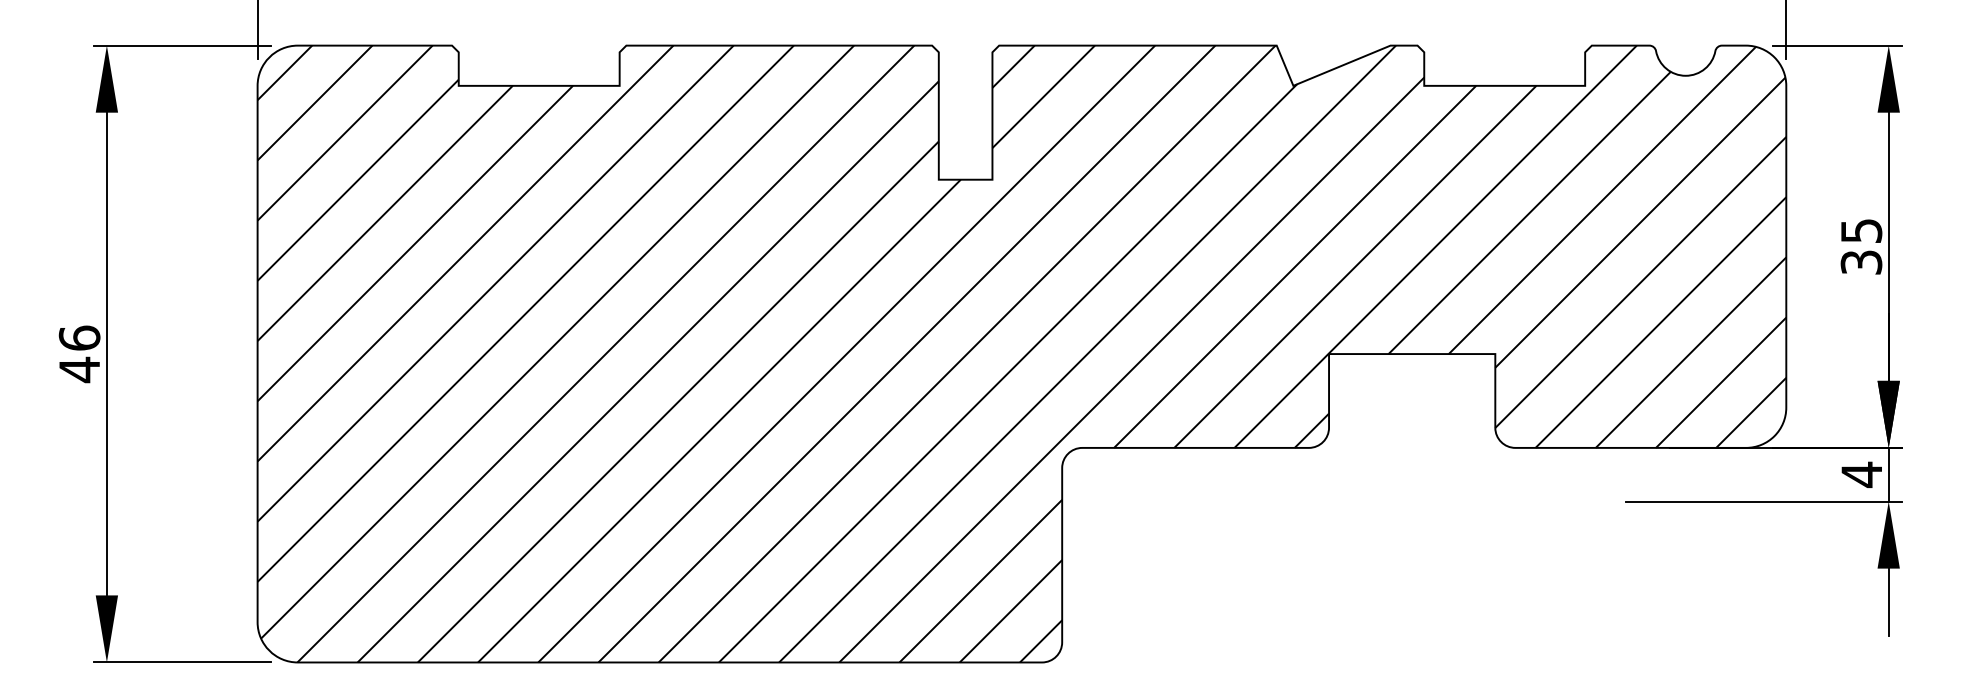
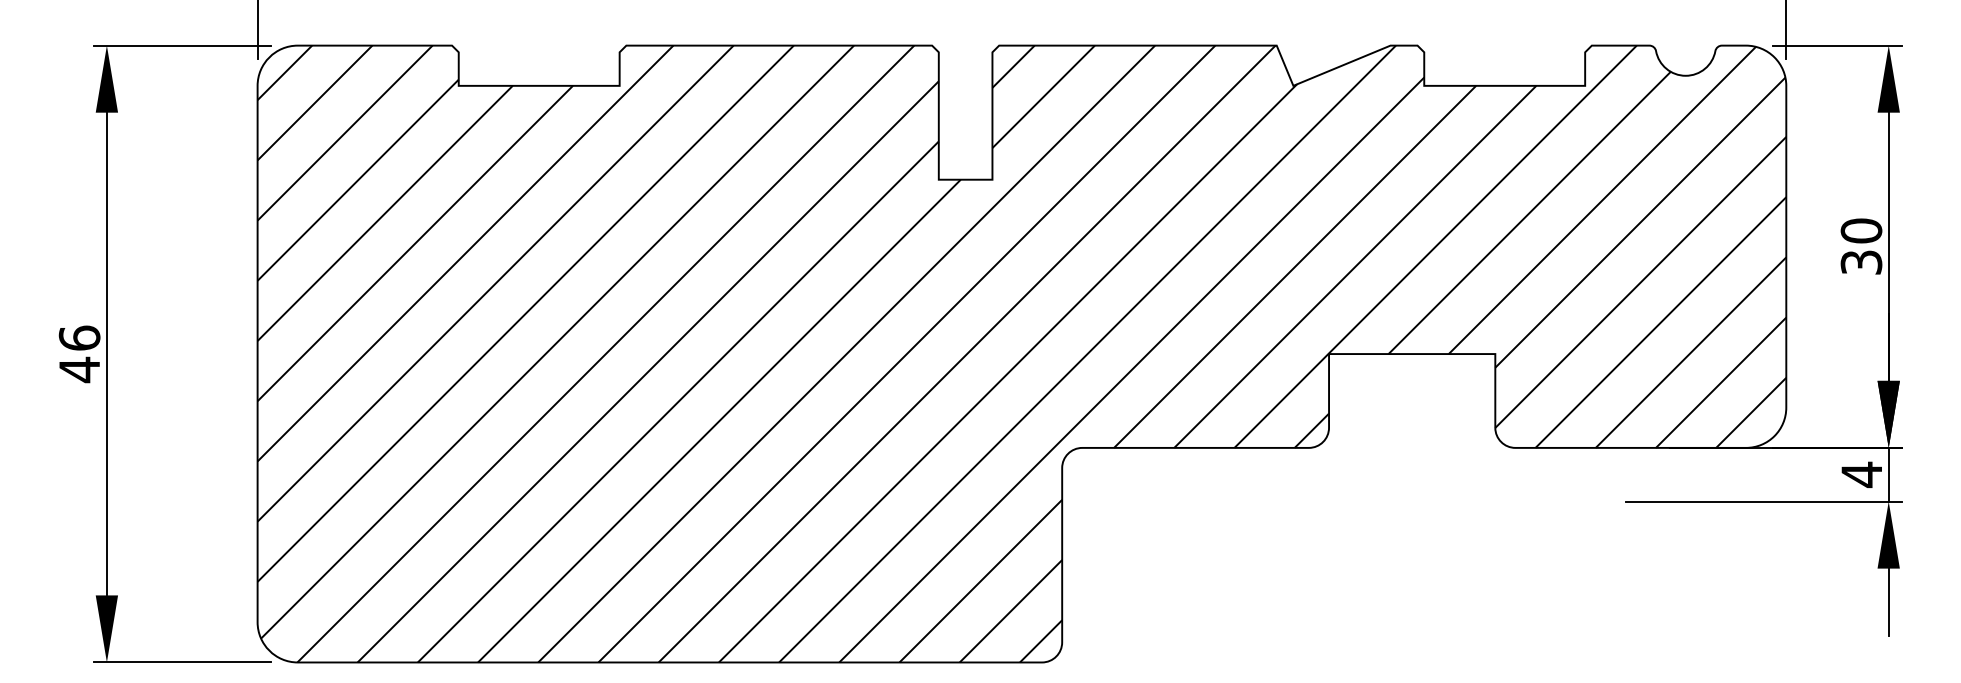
text at (1861, 230): 35 -> 30
